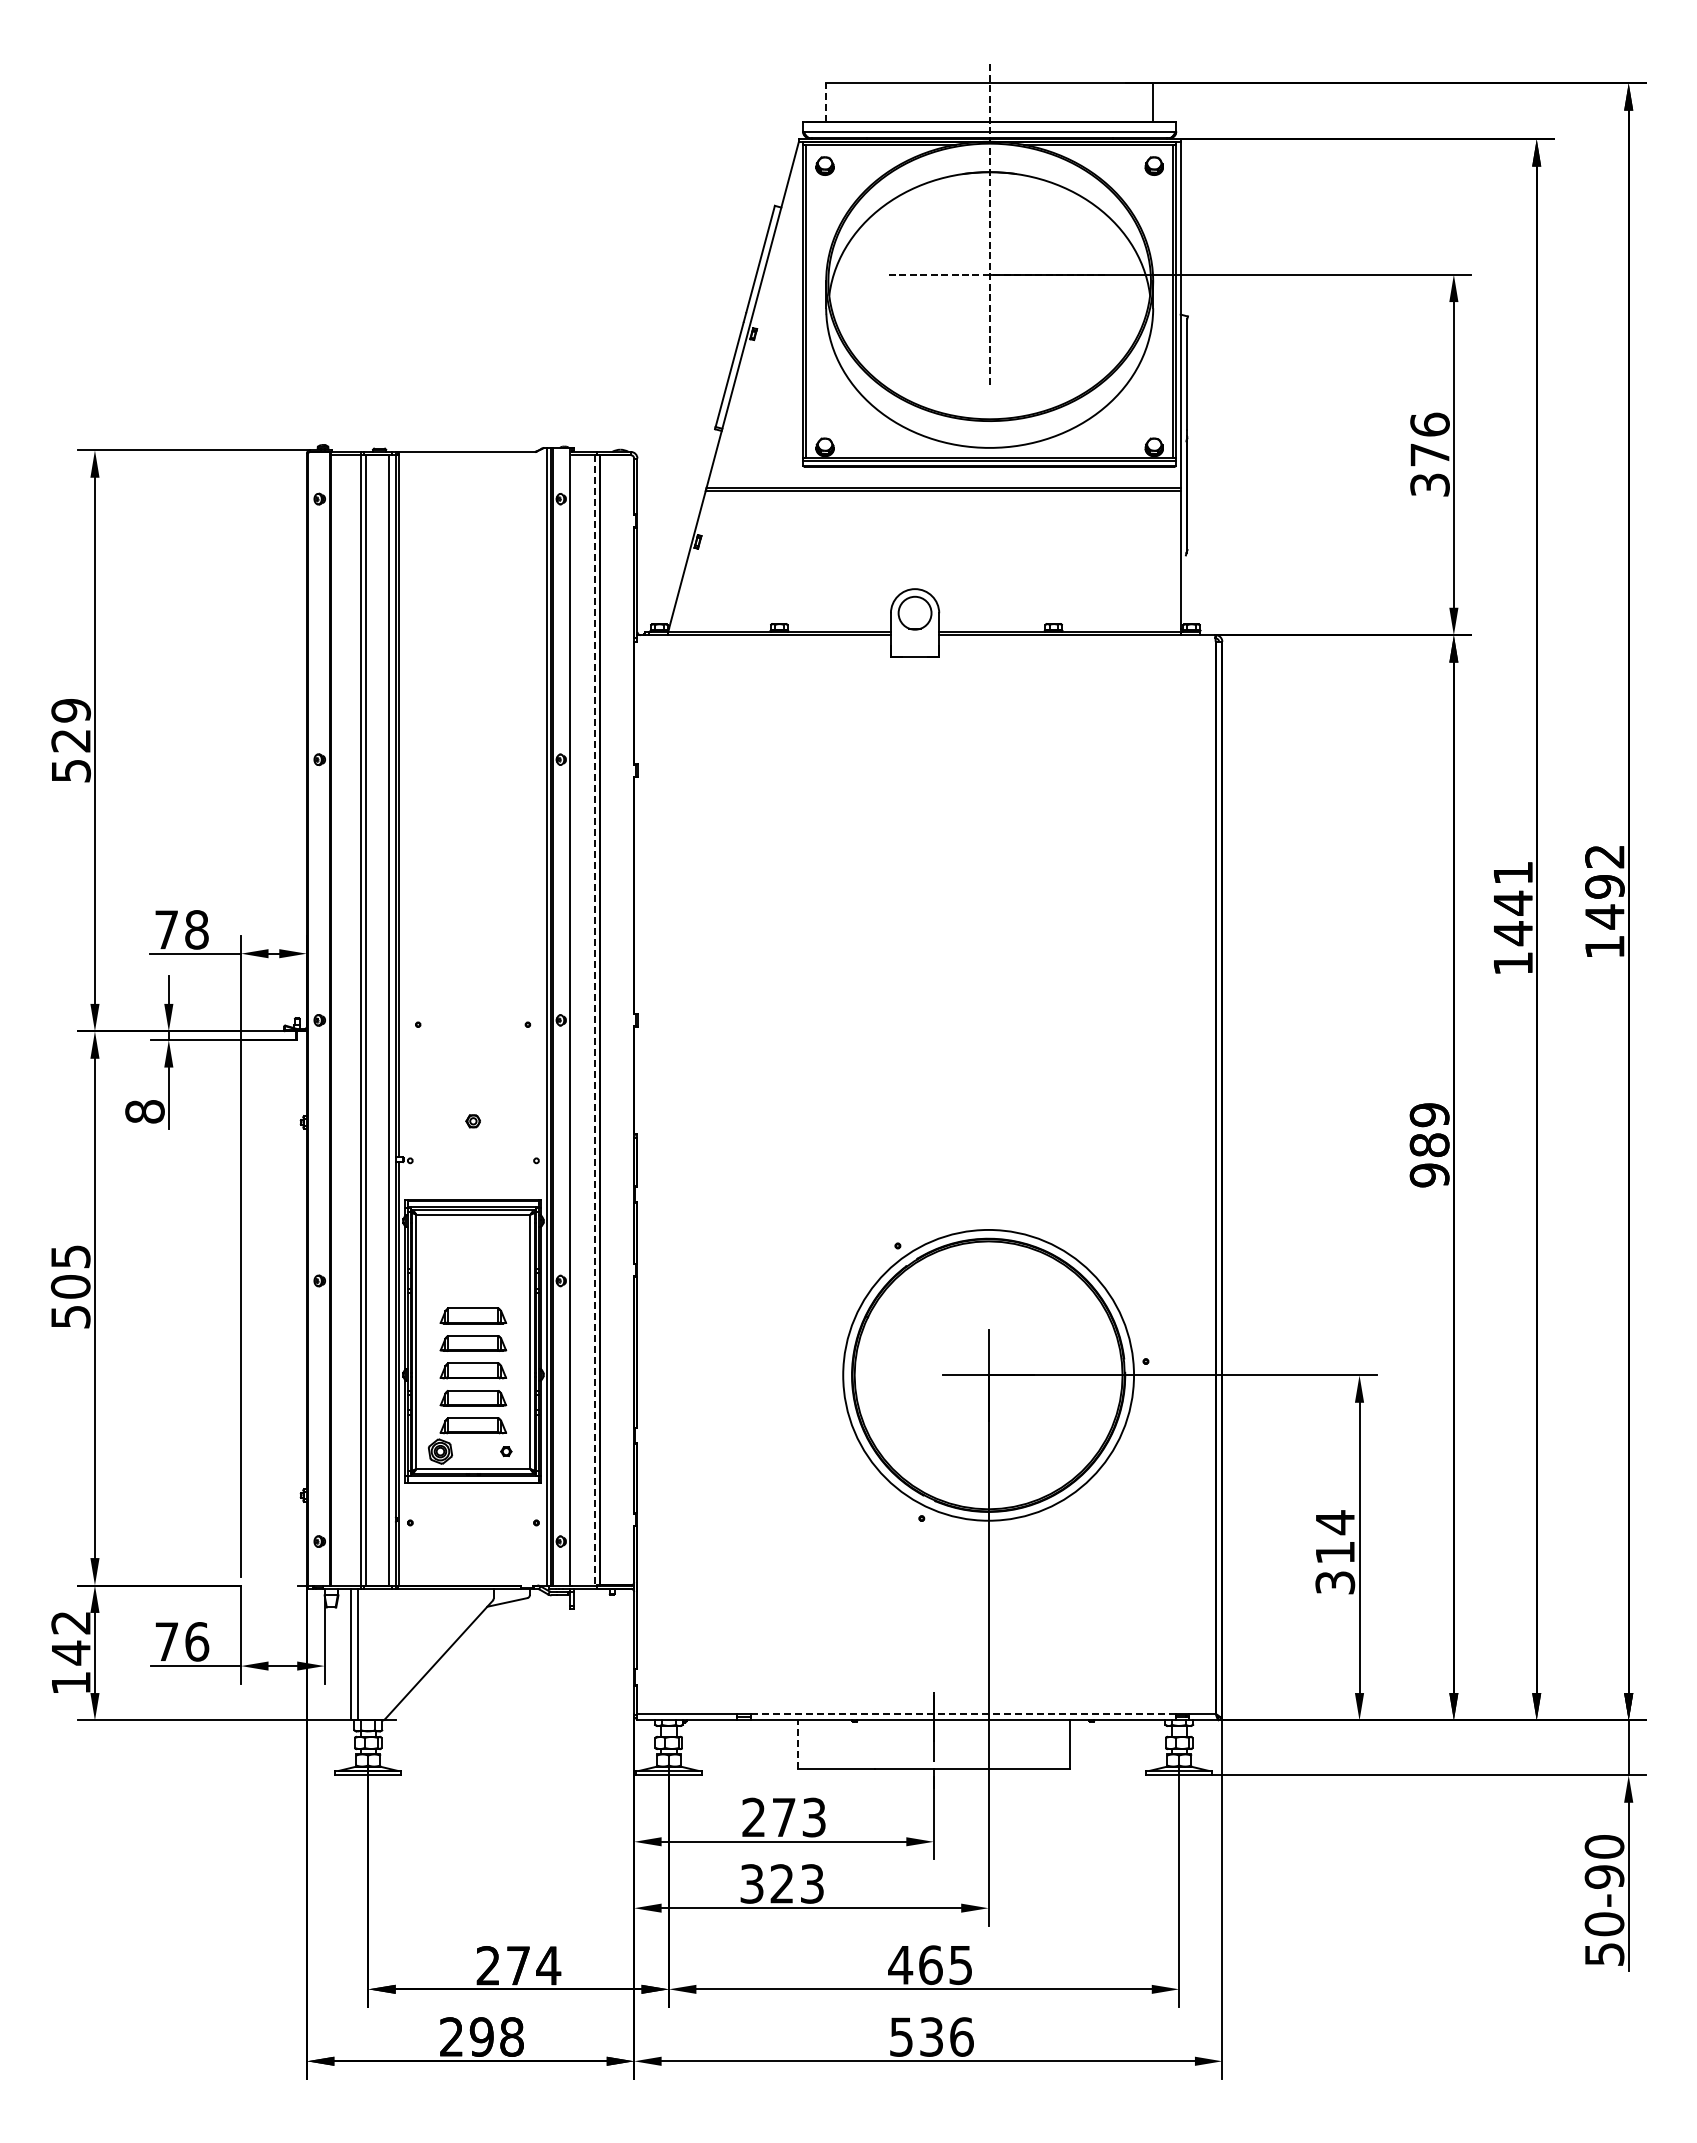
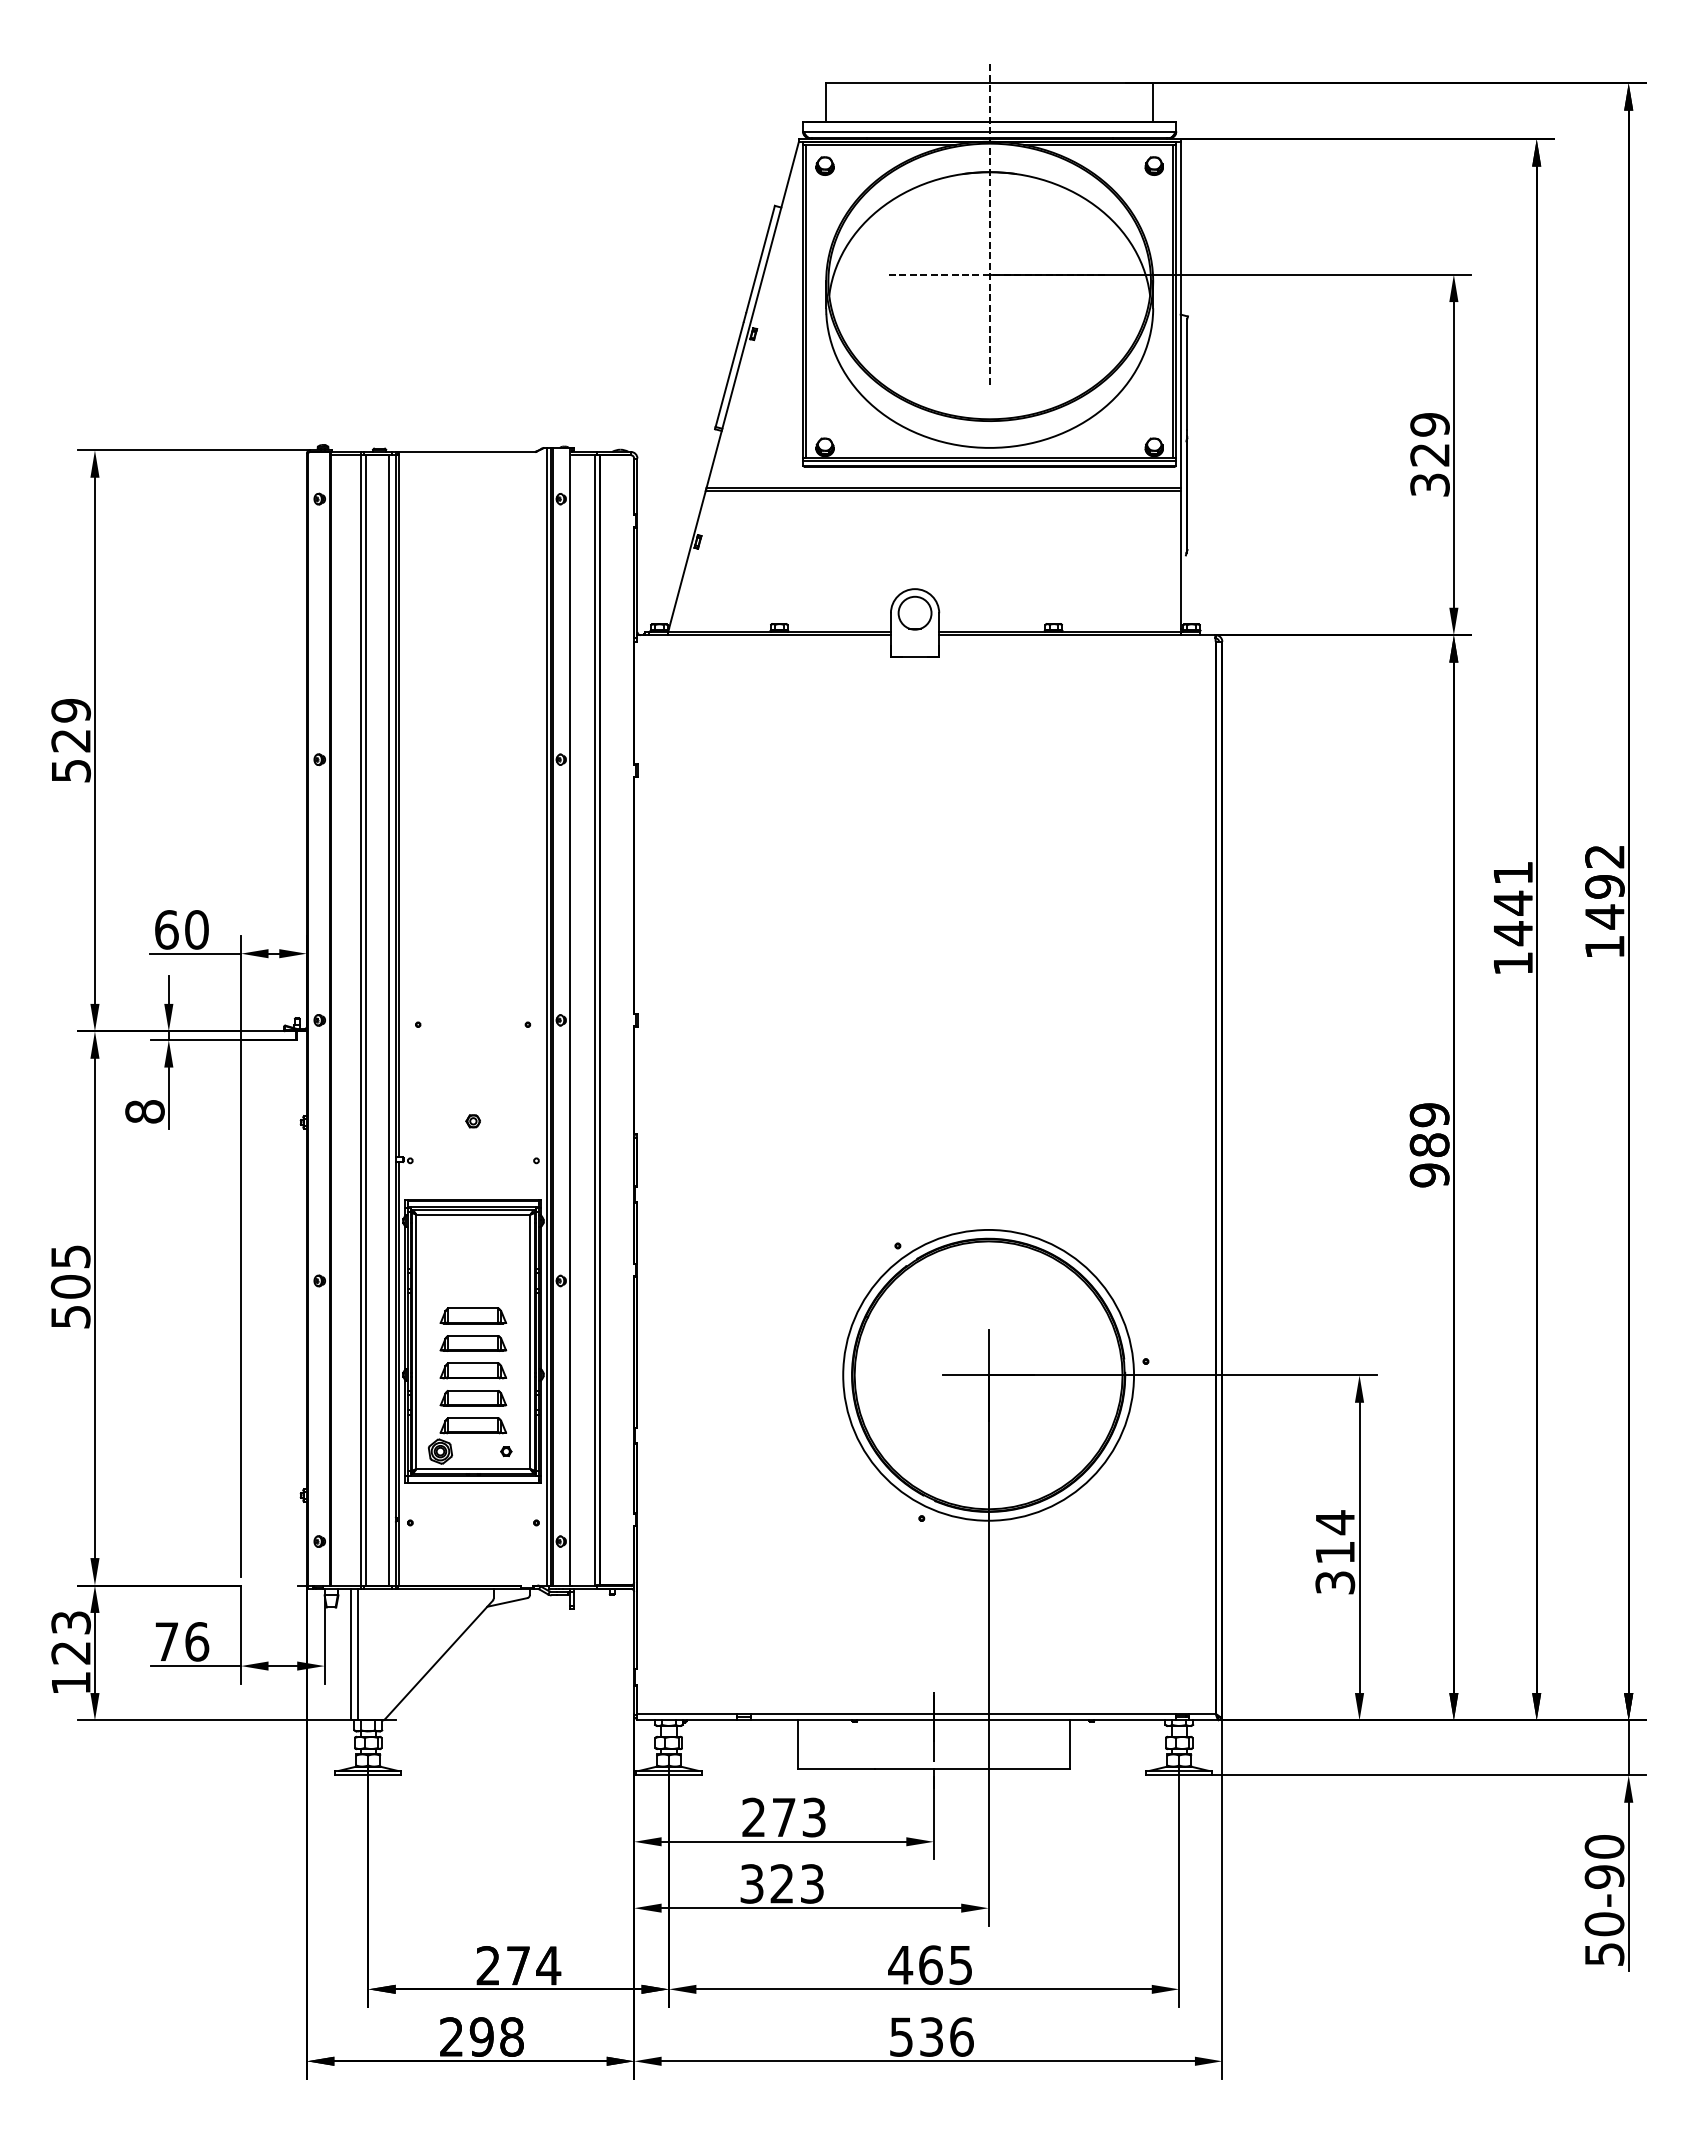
line at (826, 101): dashed -> solid
text at (1429, 439): 376 -> 329
text at (181, 929): 78 -> 60
line at (595, 1020): dashed -> solid
text at (70, 1638): 142 -> 123
line at (963, 1713): dashed -> solid
line at (797, 1744): dashed -> solid
